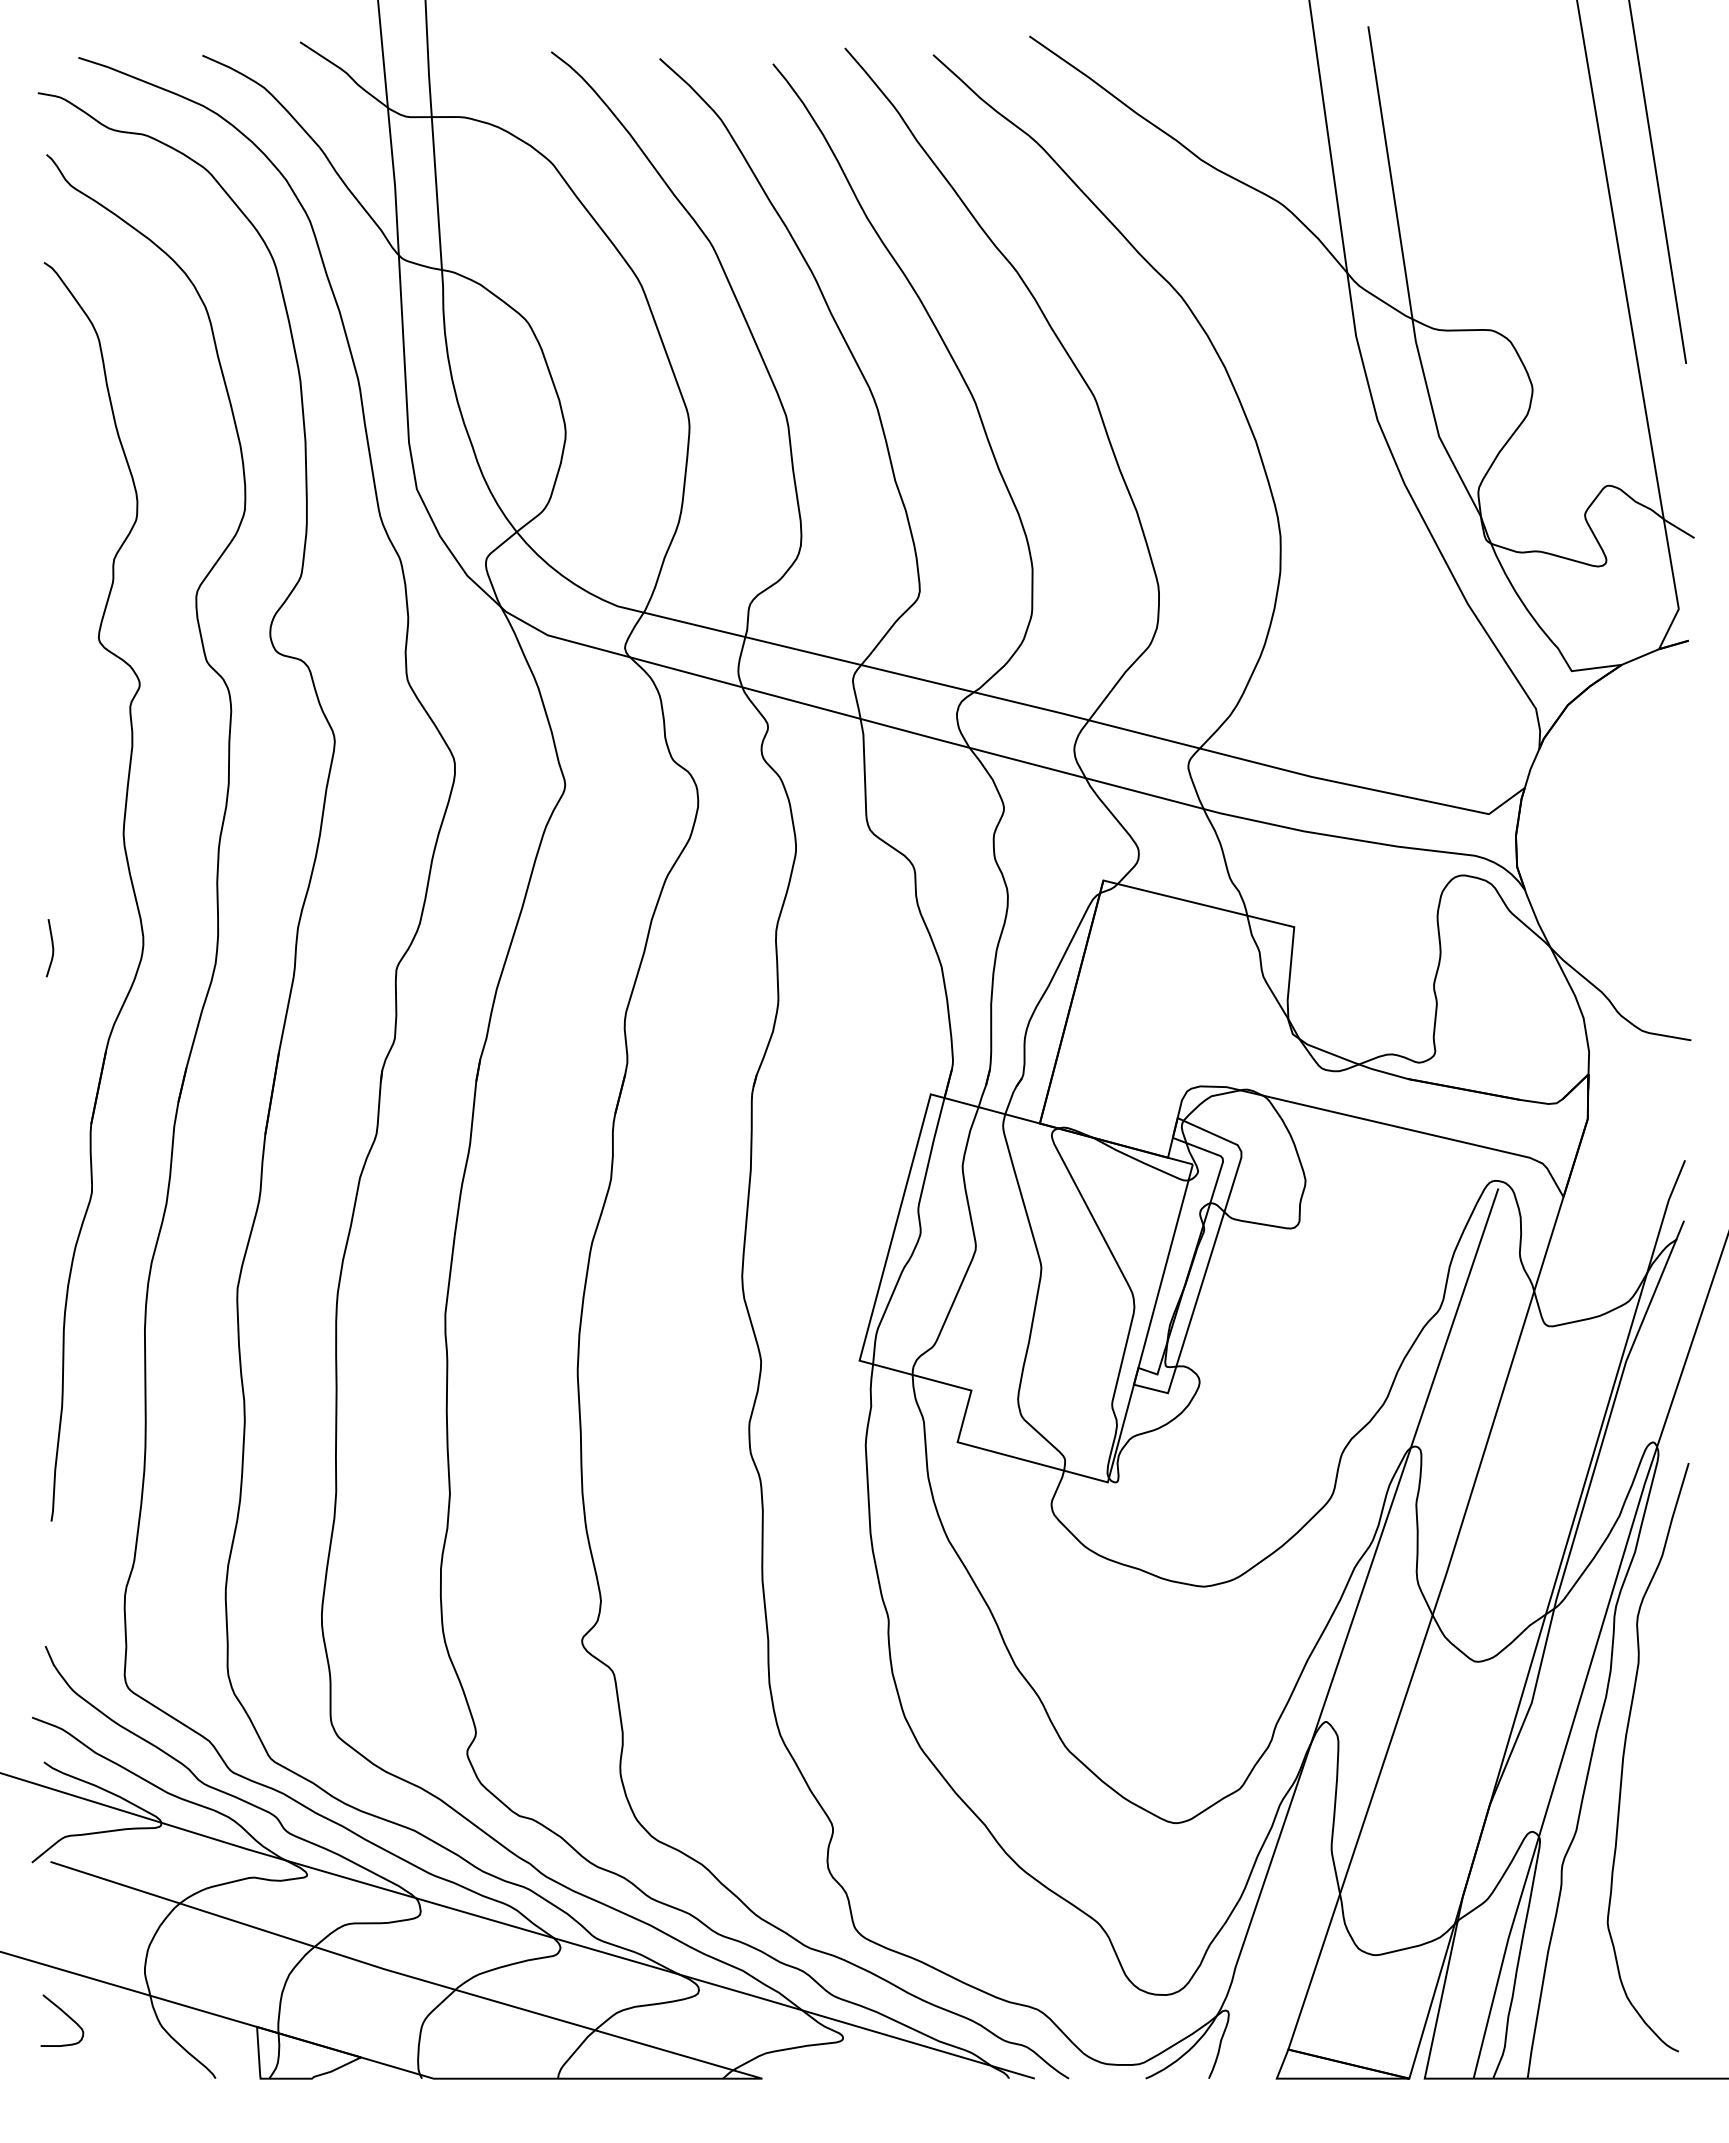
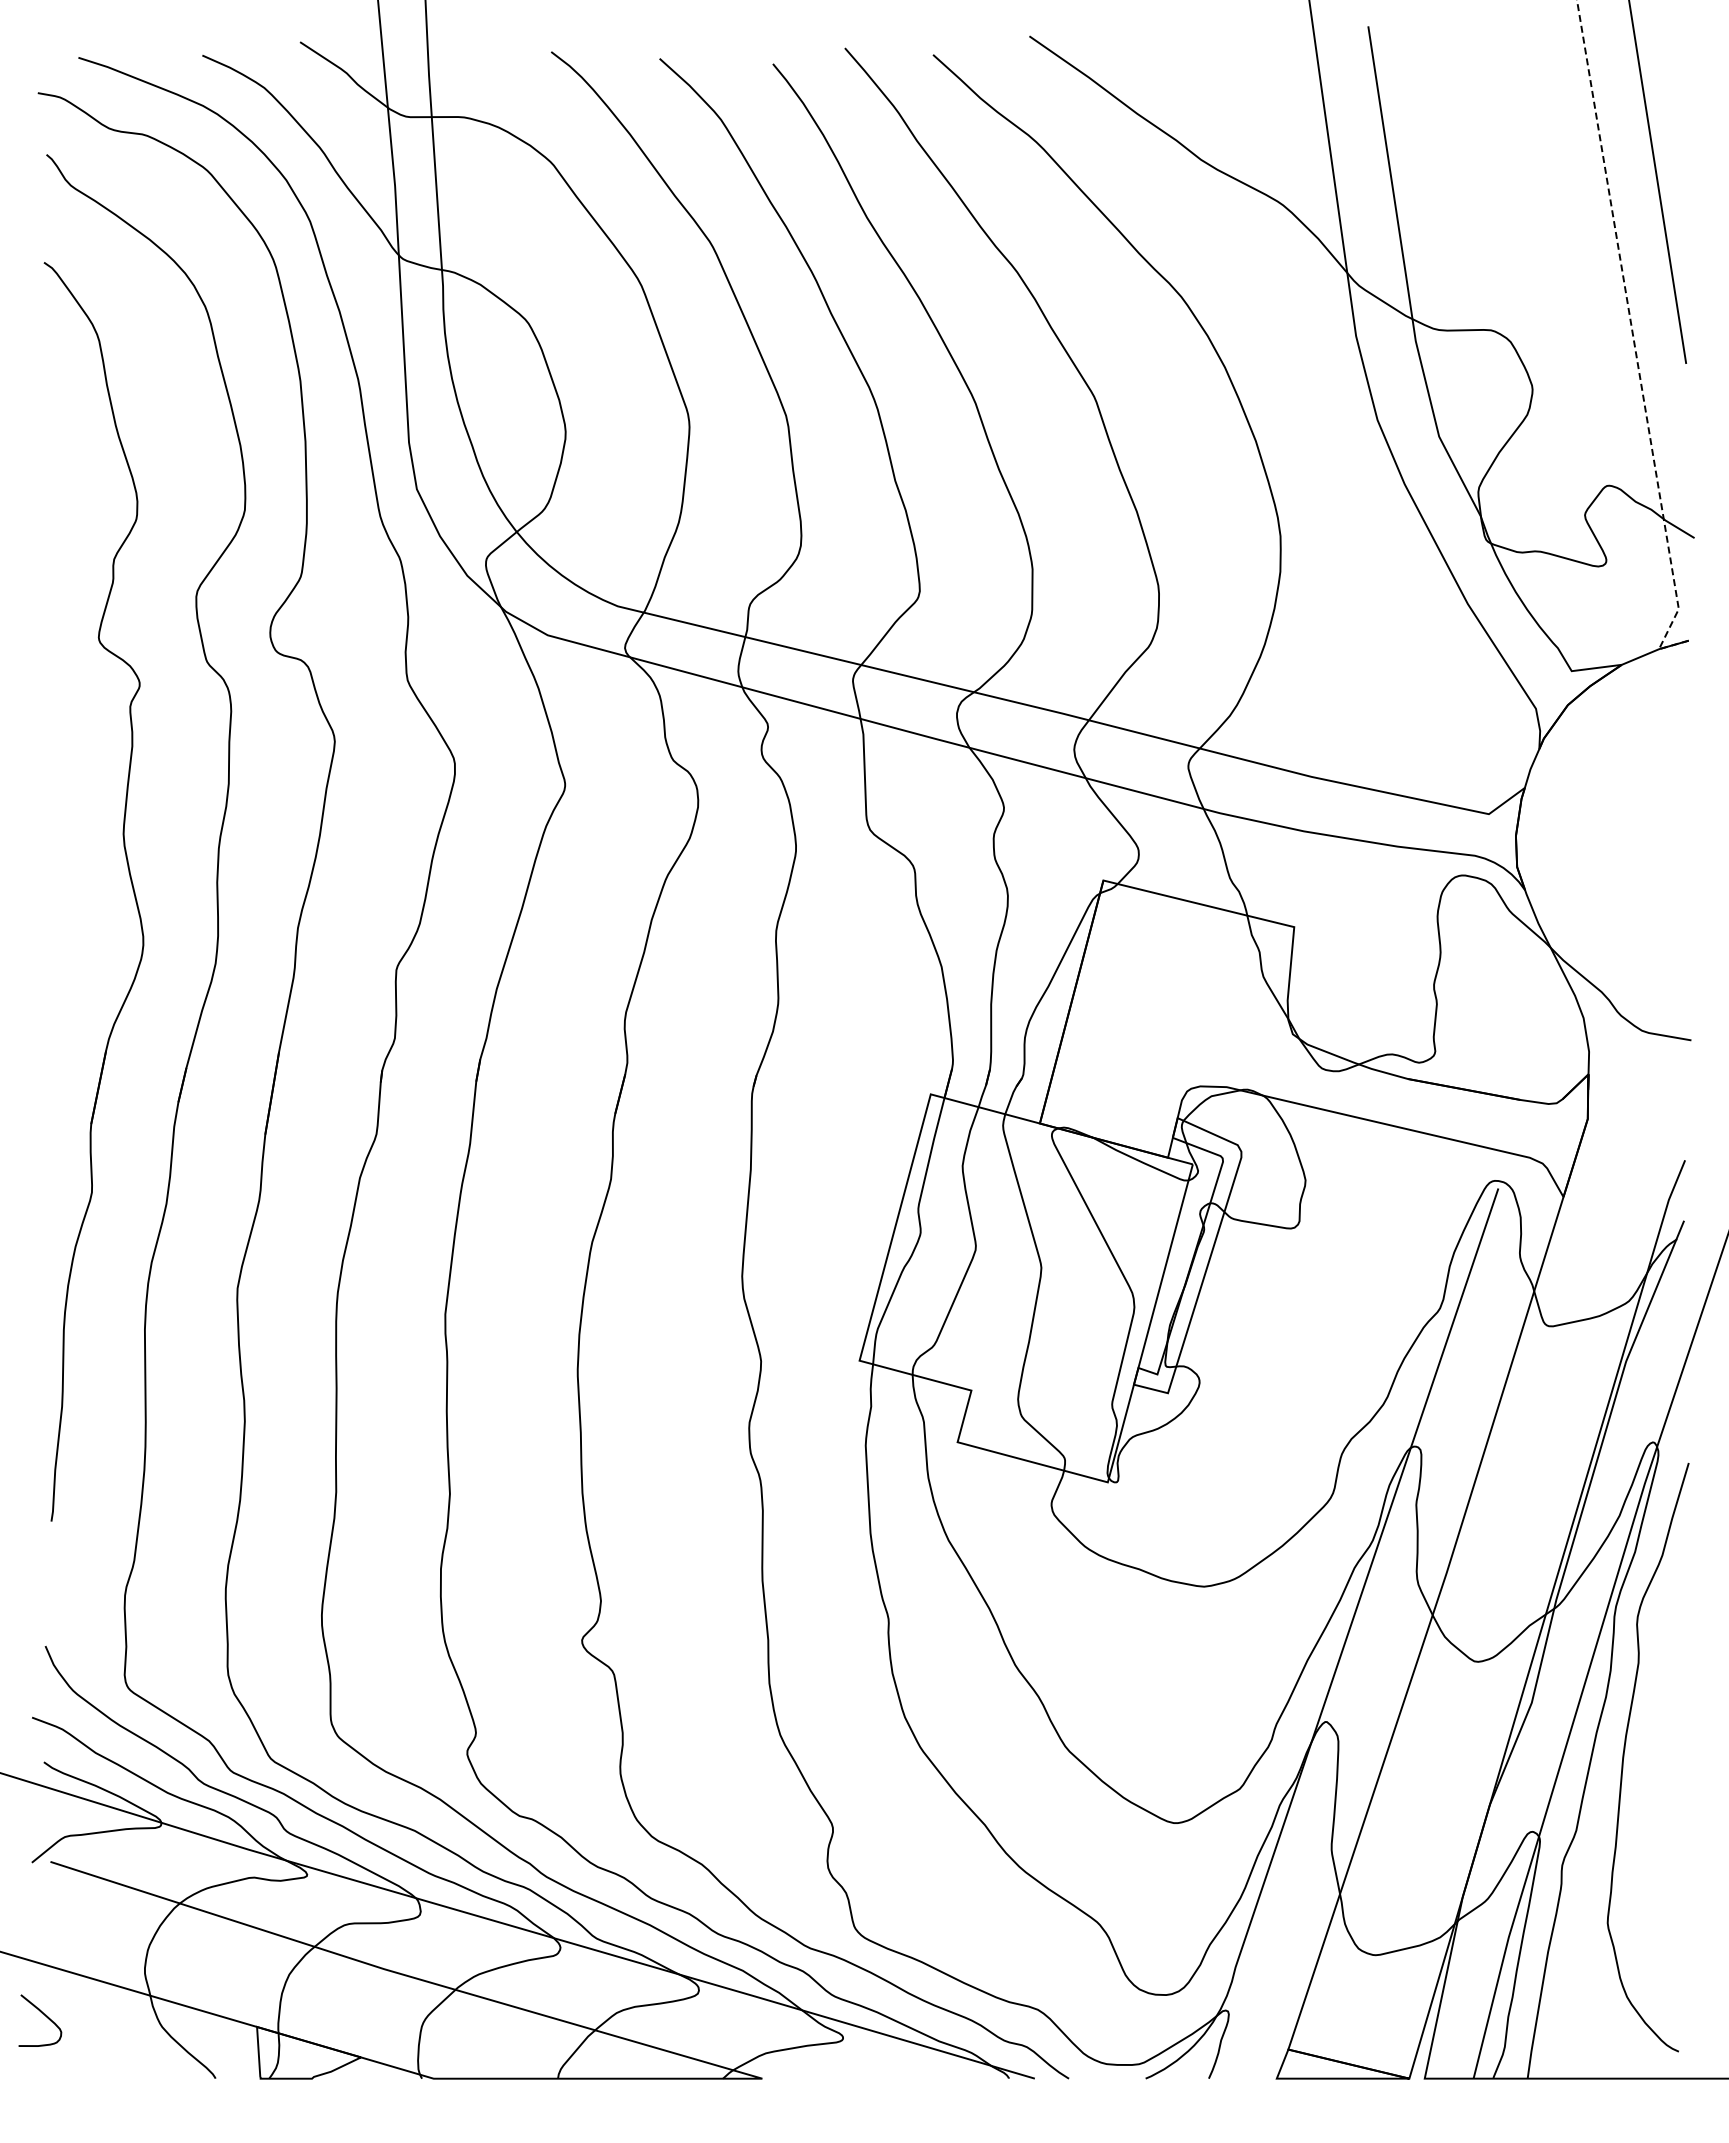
line at (1634, 342): solid -> dashed
curve at (52, 948): present -> none
curve at (66, 2015) position: (66, 2015) -> (44, 2015)
